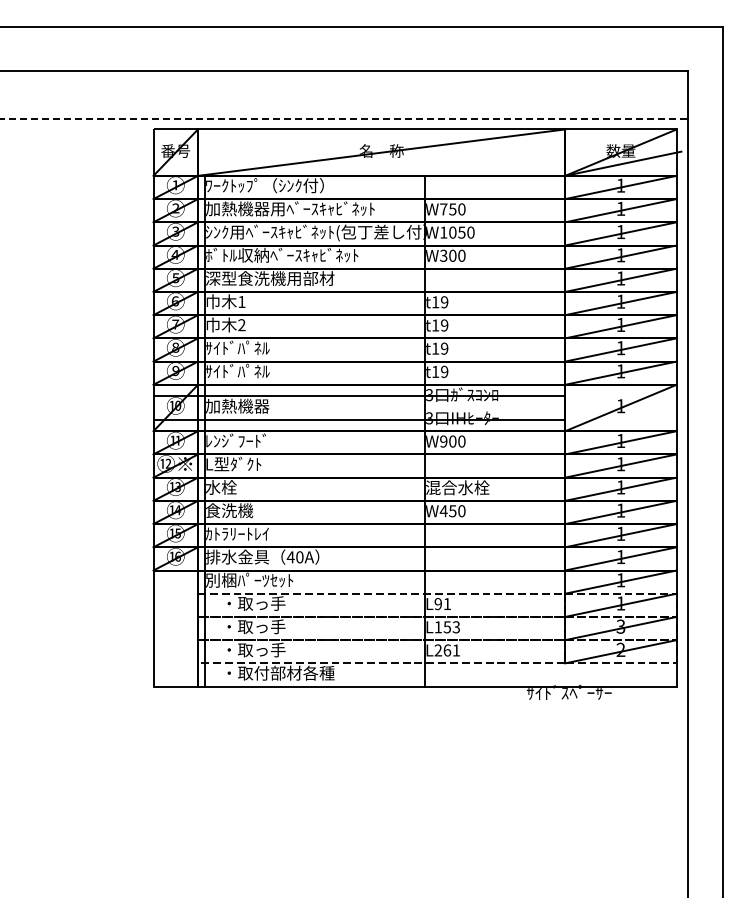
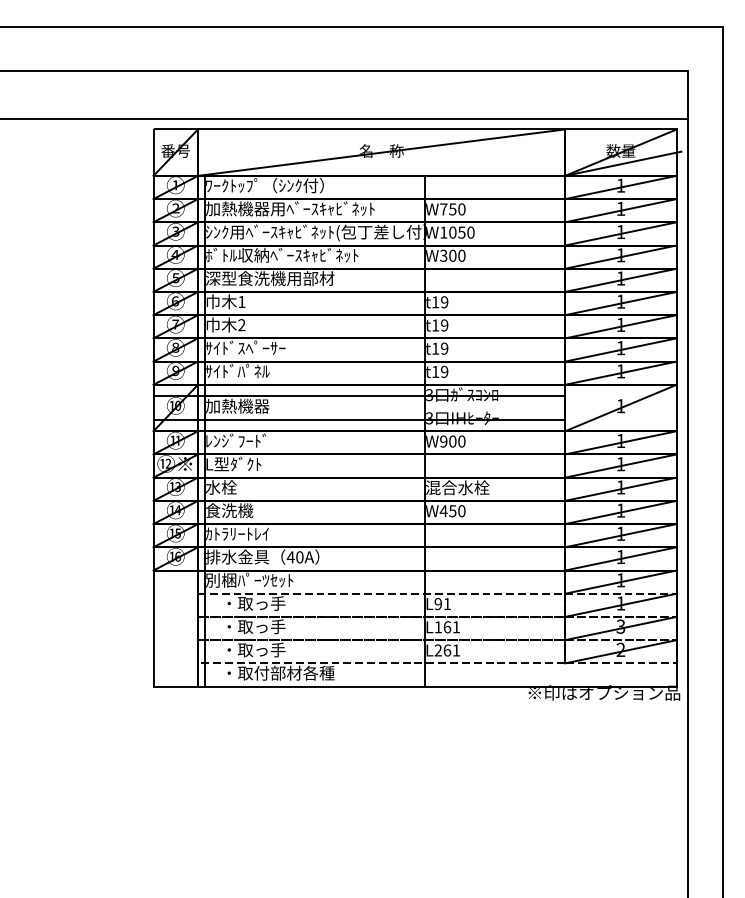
line at (344, 118): dashed -> solid
text at (261, 347): ｻｲﾄﾞﾊﾟﾈﾙ -> ｻｲﾄﾞｽﾍﾟｰｻｰ
text at (451, 627): L153 -> L161
text at (603, 692): ｻｲﾄﾞｽﾍﾟｰｻｰ -> ※印はオプション品
